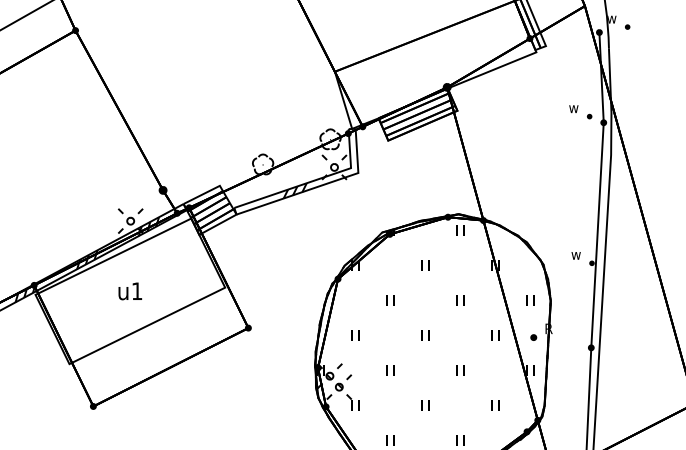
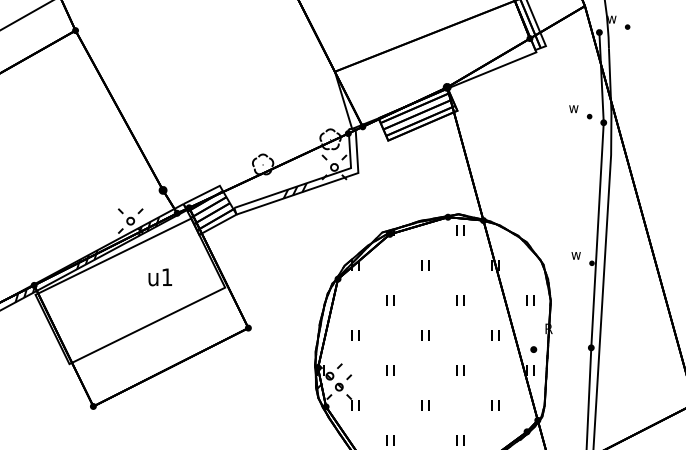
text at (130, 291) position: (130, 291) -> (160, 277)
part at (533, 337) position: (533, 337) -> (533, 349)
